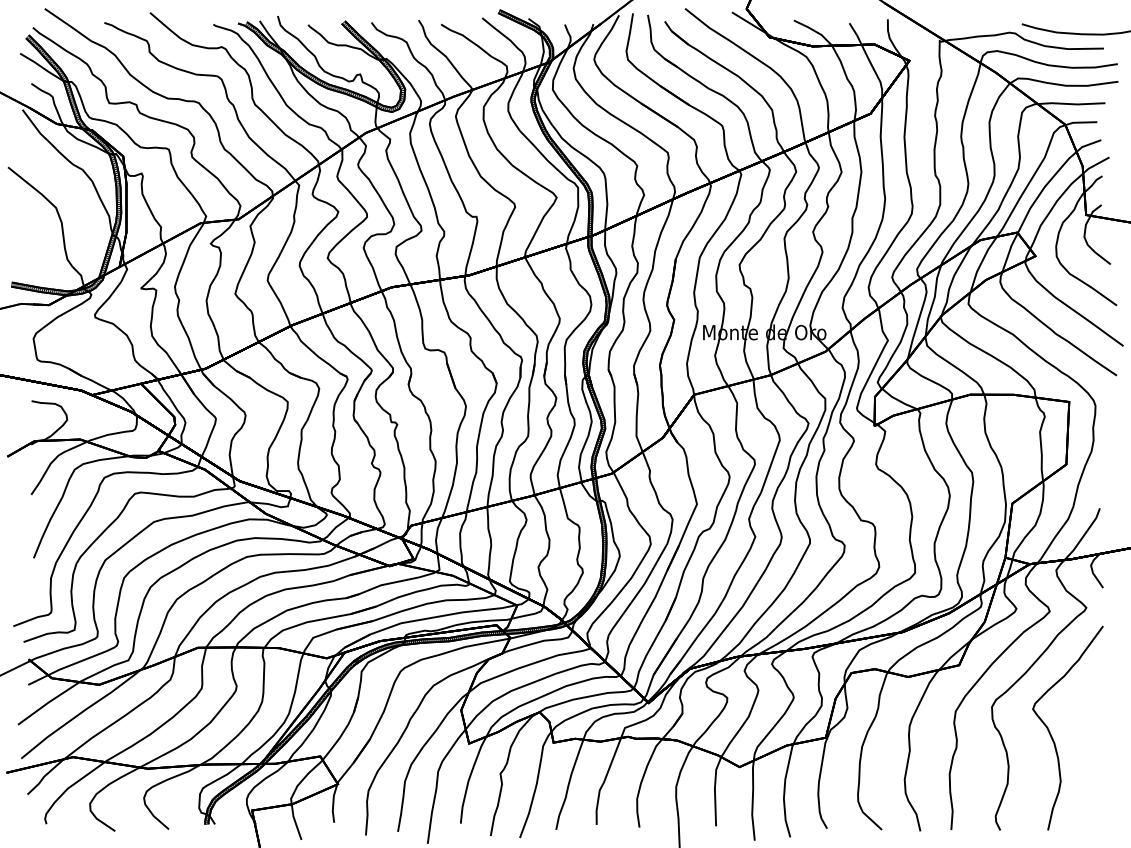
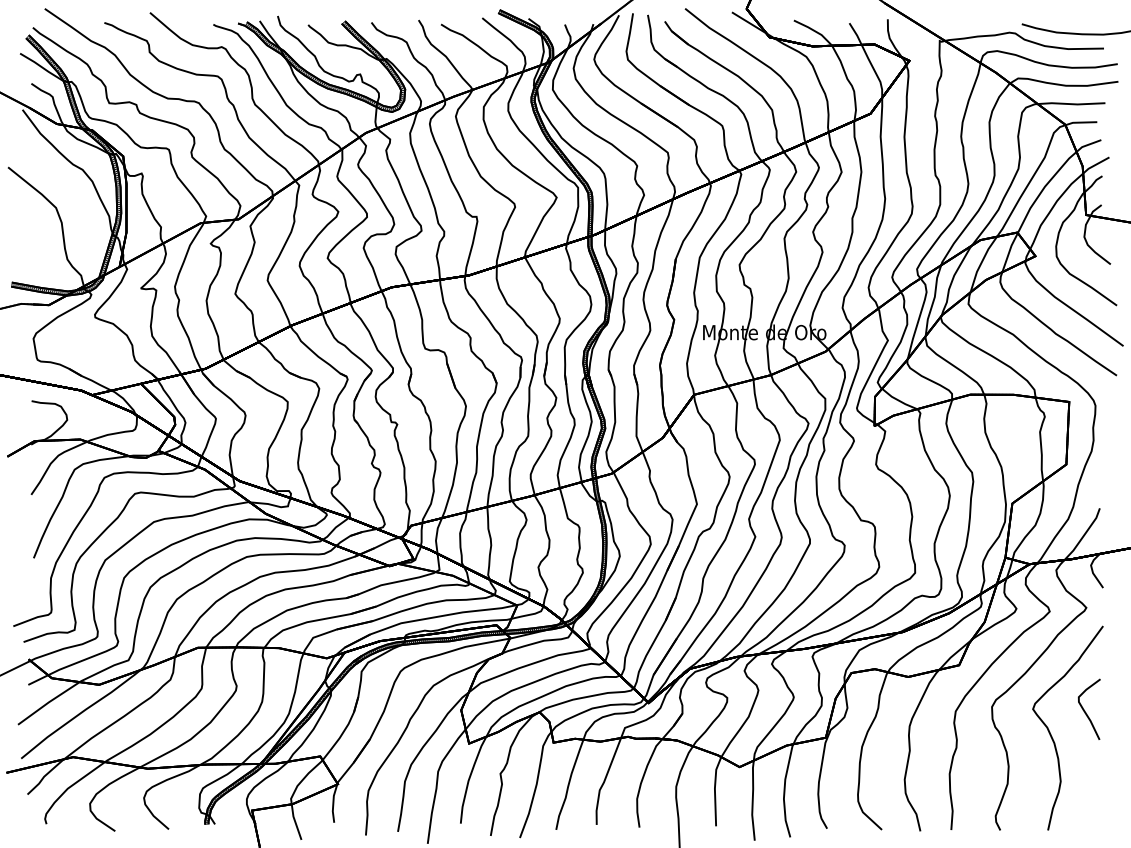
curve at (1084, 709): none -> present
